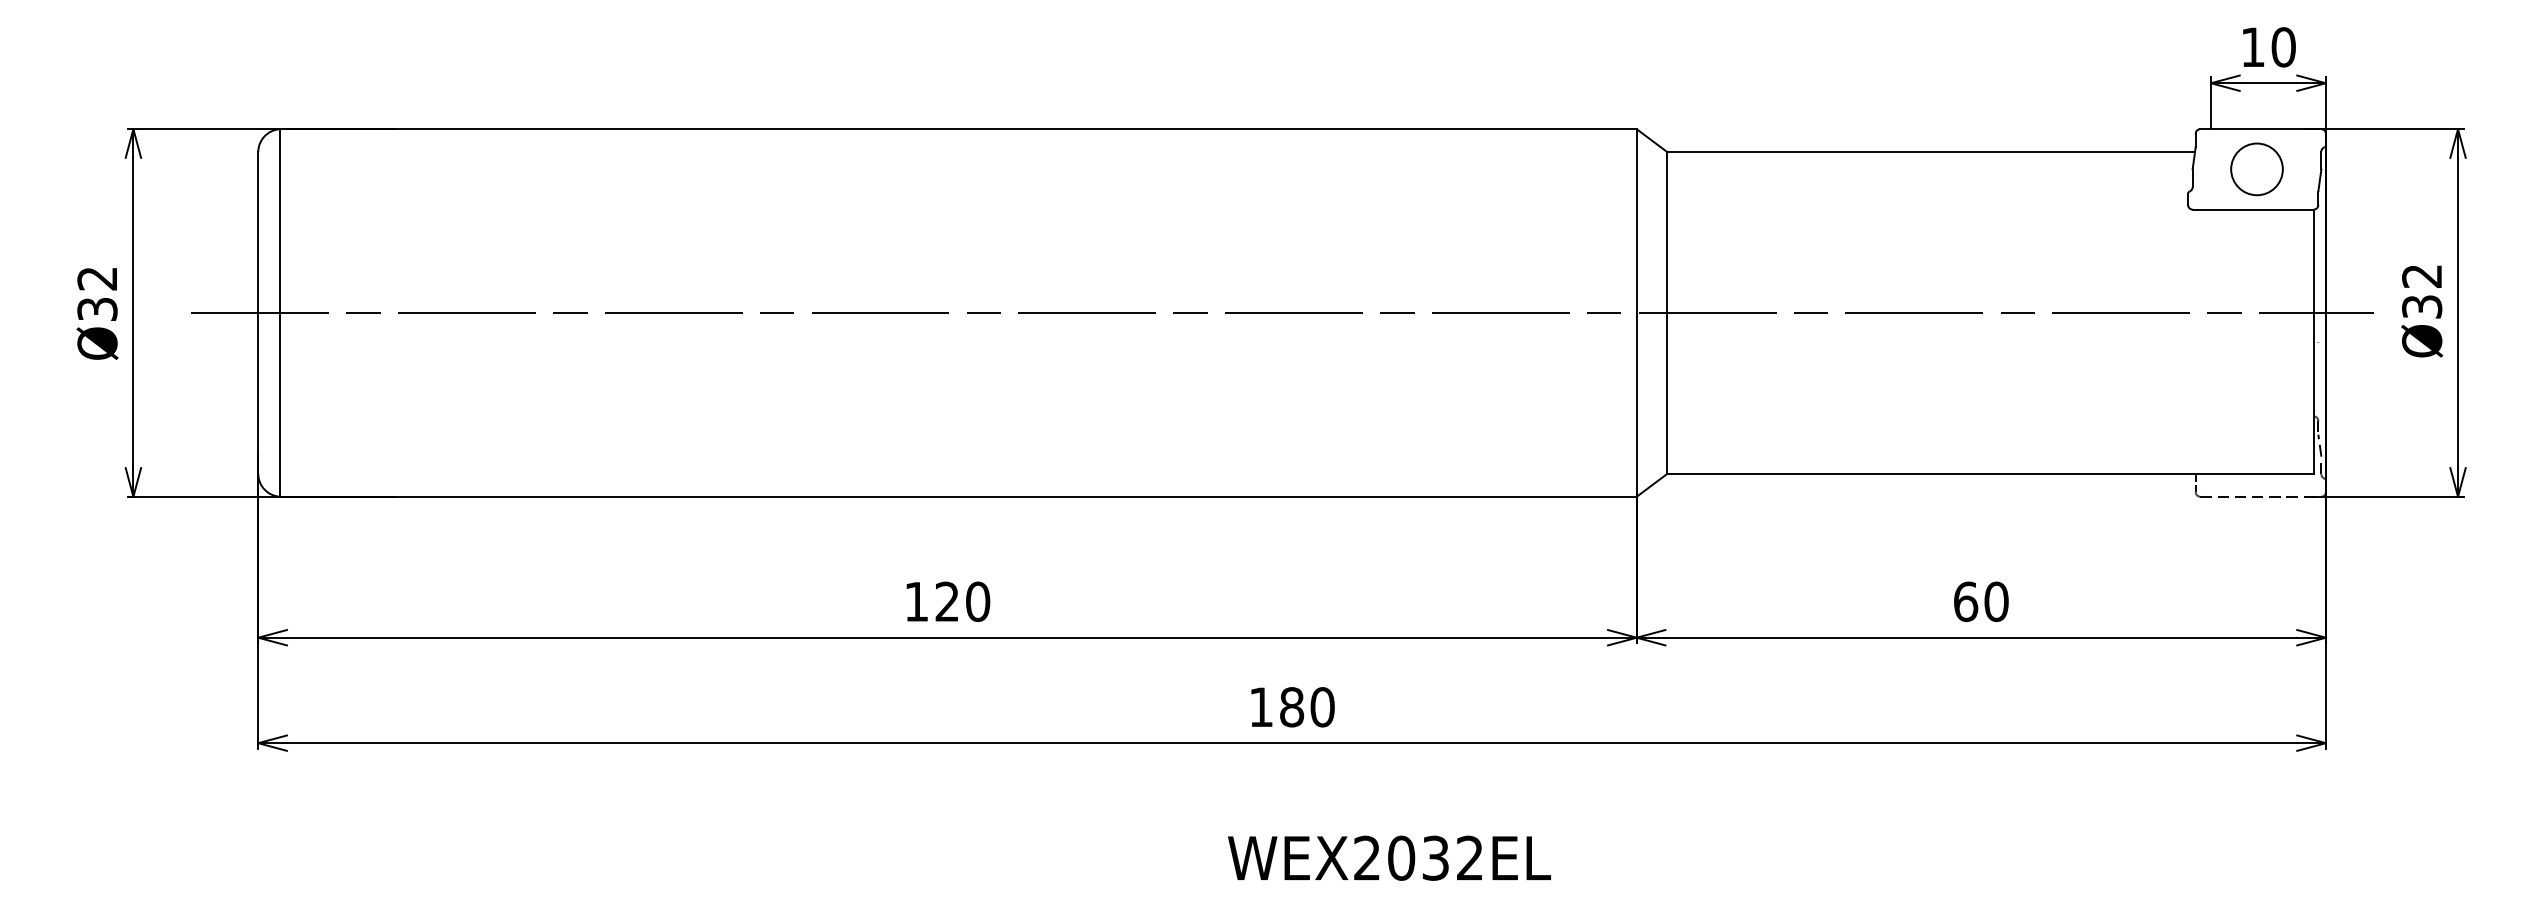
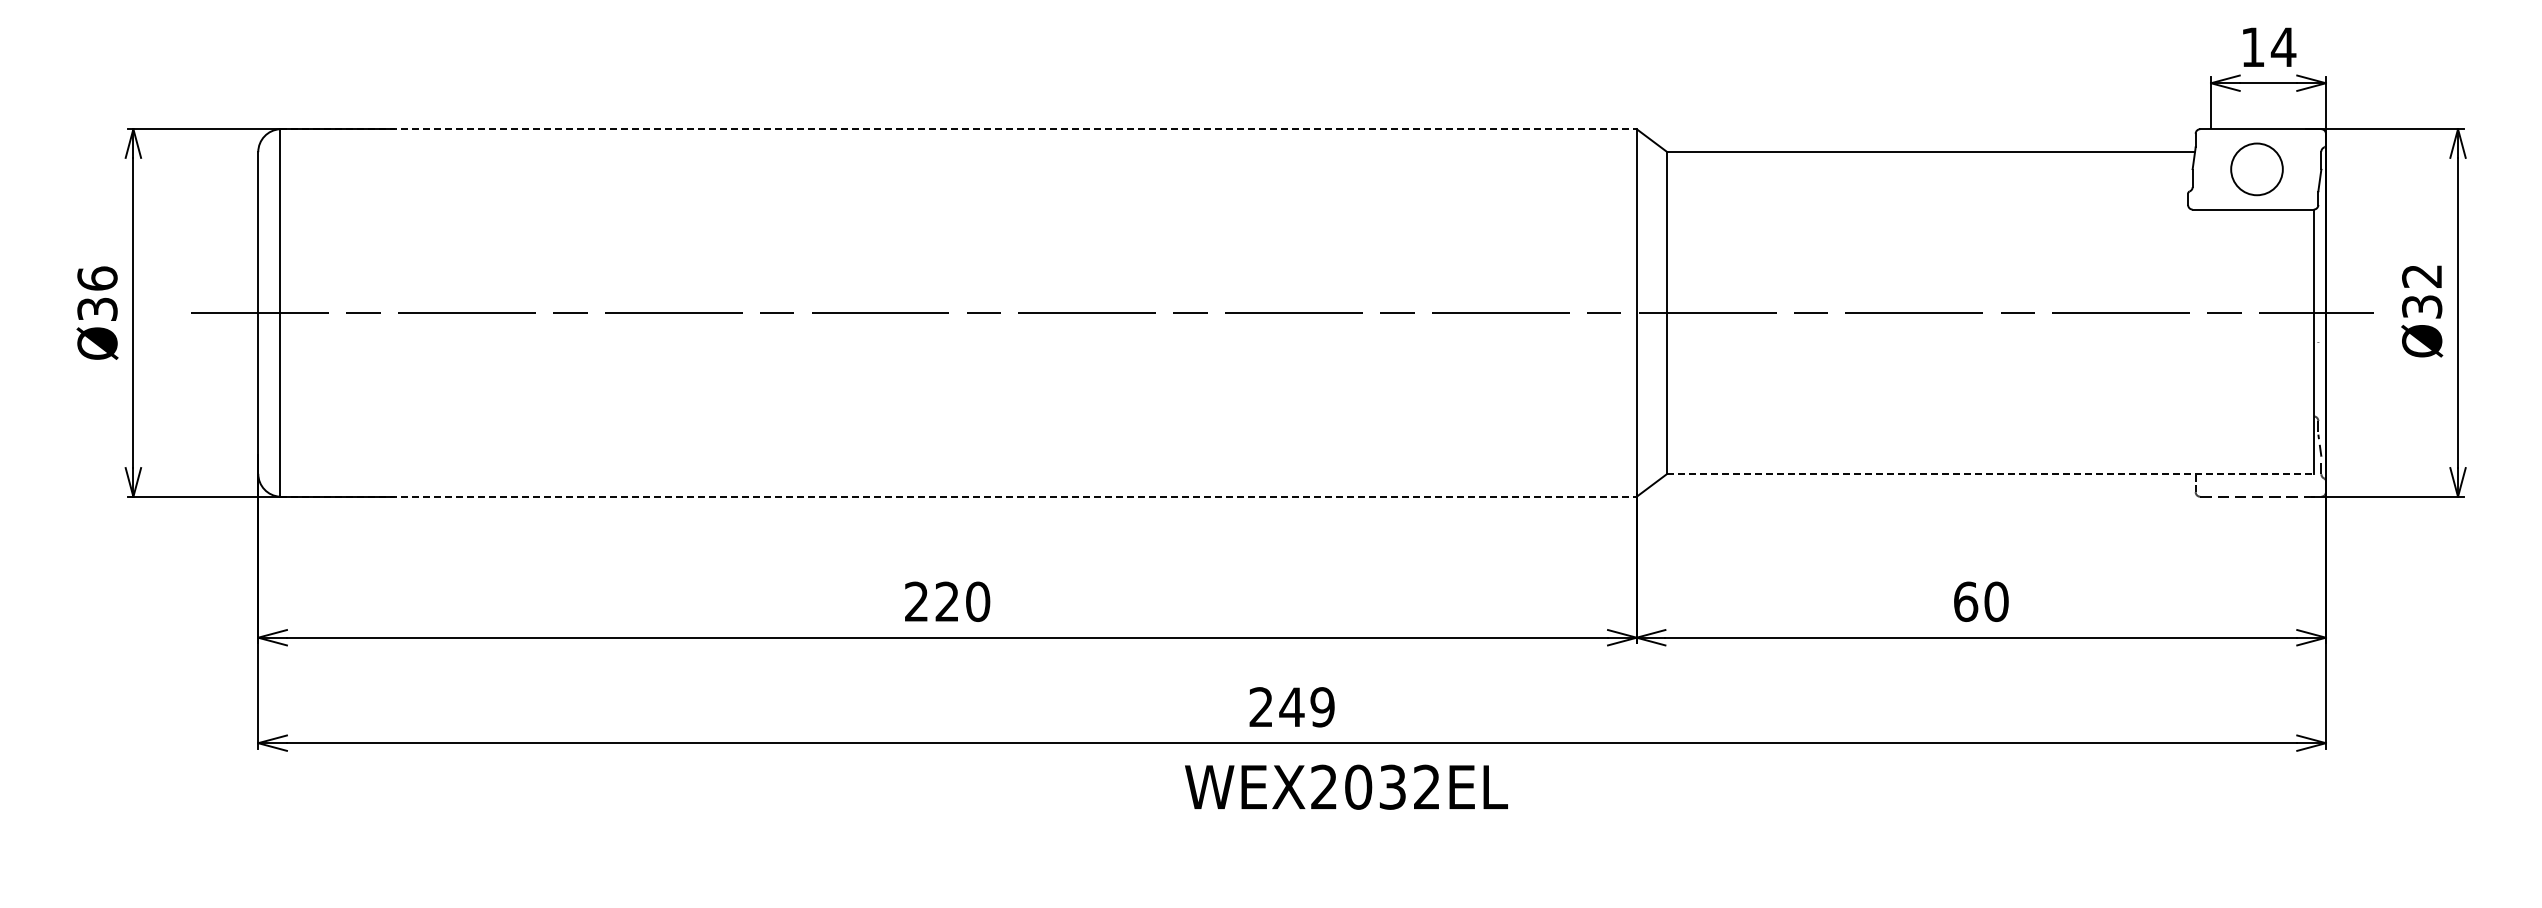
text at (2283, 47): 10 -> 14
line at (958, 129): solid -> dashed
text at (97, 278): Ø32 -> Ø36
line at (1990, 473): solid -> dashed
line at (958, 496): solid -> dashed
text at (916, 601): 120 -> 220
text at (1291, 707): 180 -> 249
text at (1389, 857) position: (1389, 857) -> (1346, 786)
